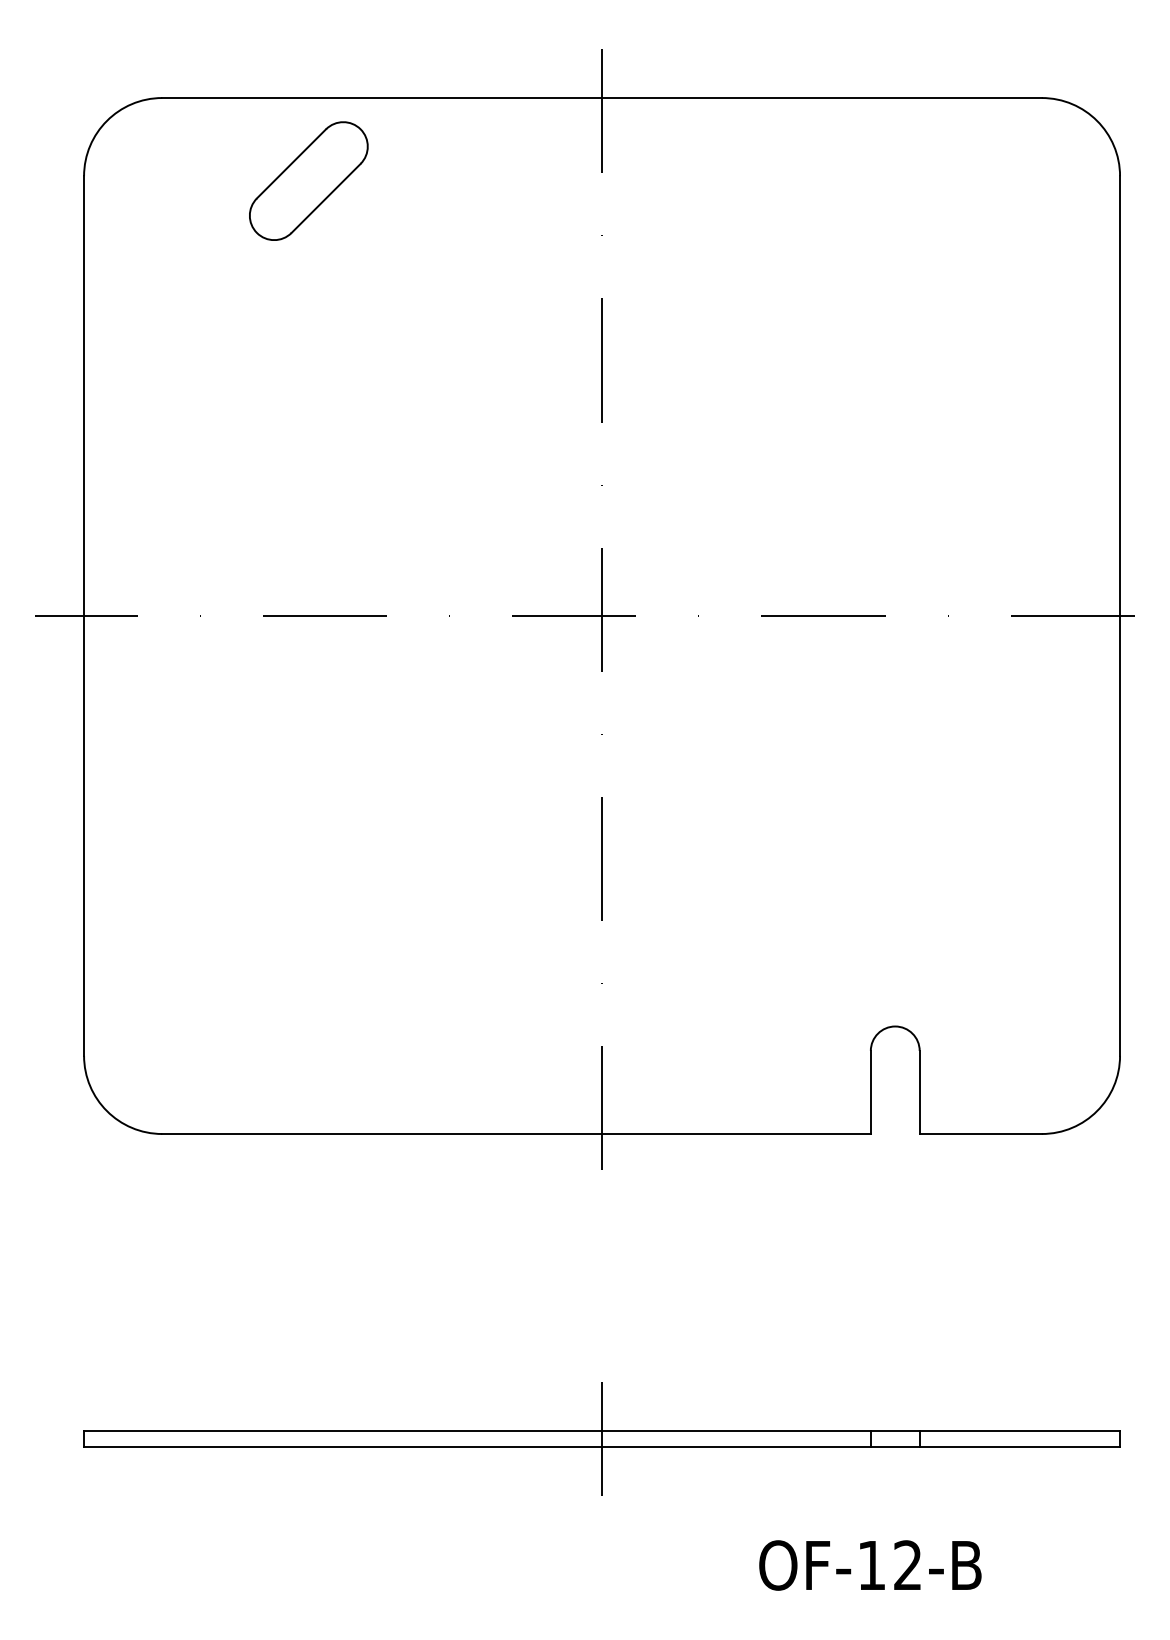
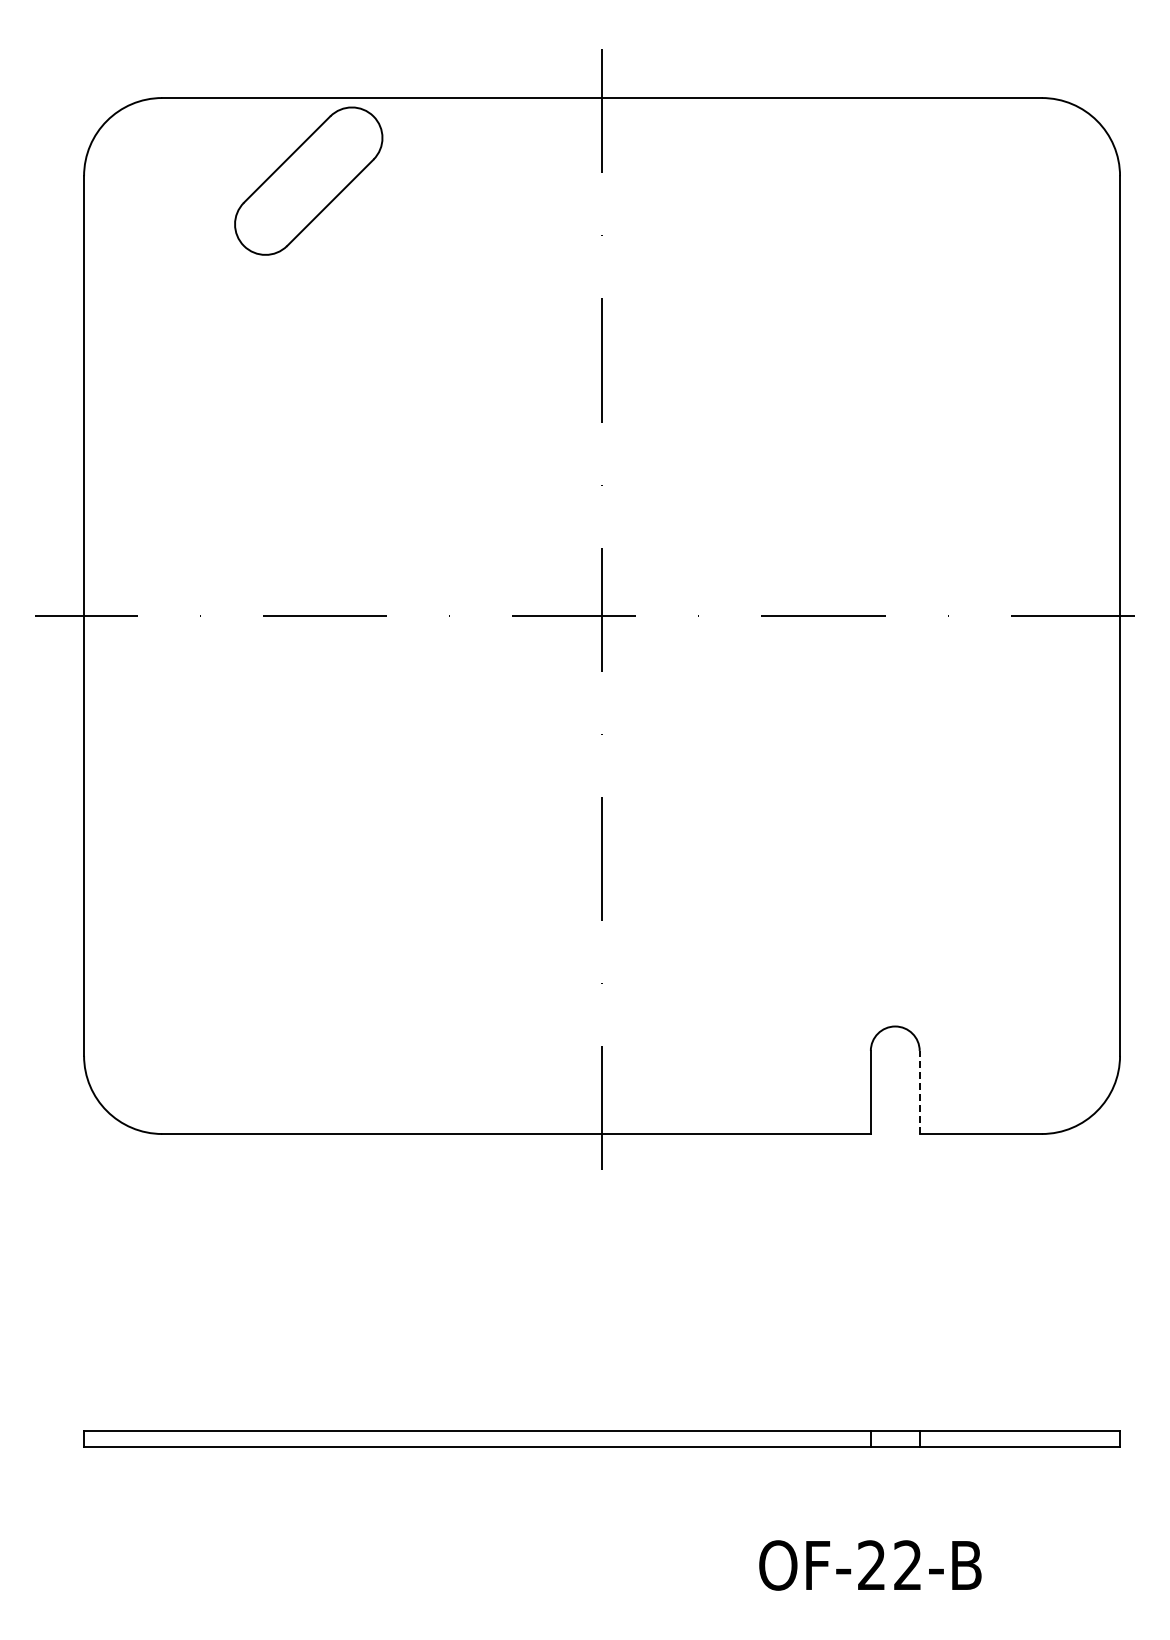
part at (308, 180) size: 120x120 px -> 150x150 px
line at (919, 1092): solid -> dashed
line at (602, 1438): present -> none
text at (871, 1564): OF-12-B -> OF-22-B
